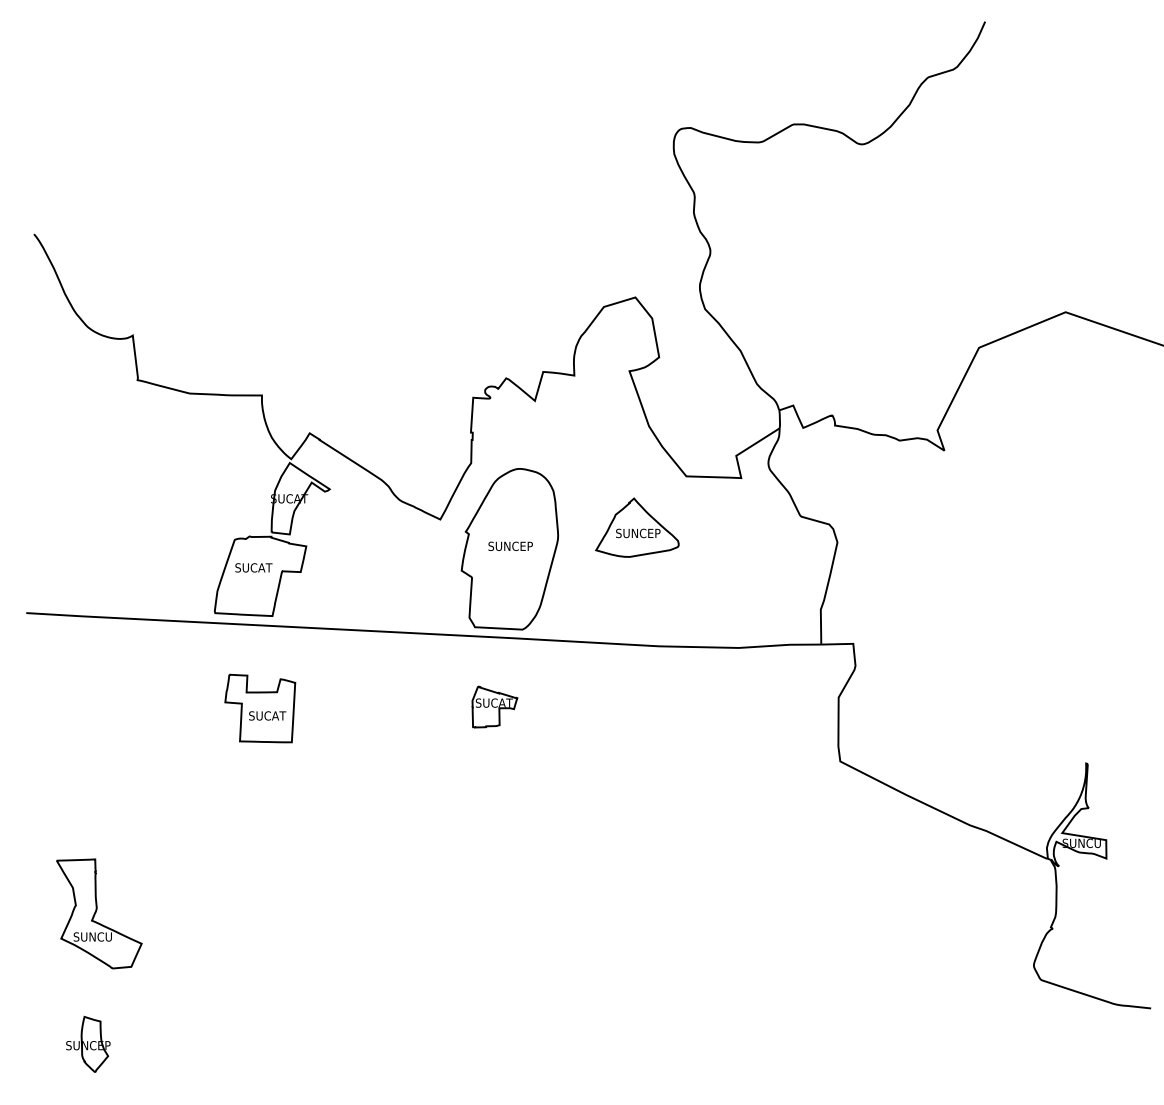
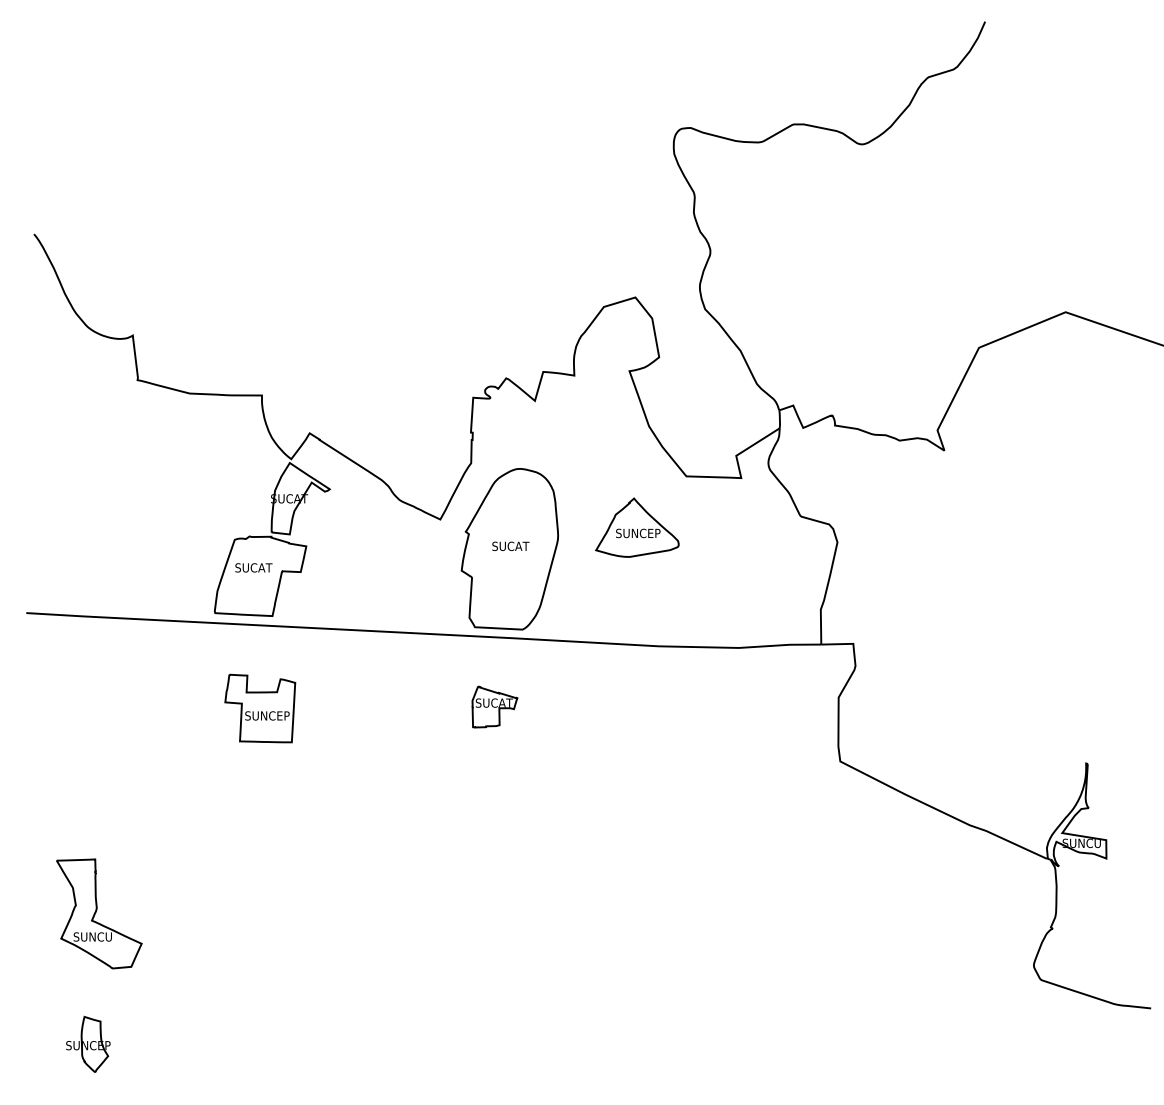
text at (510, 546): SUNCEP -> SUCAT
text at (267, 715): SUCAT -> SUNCEP
